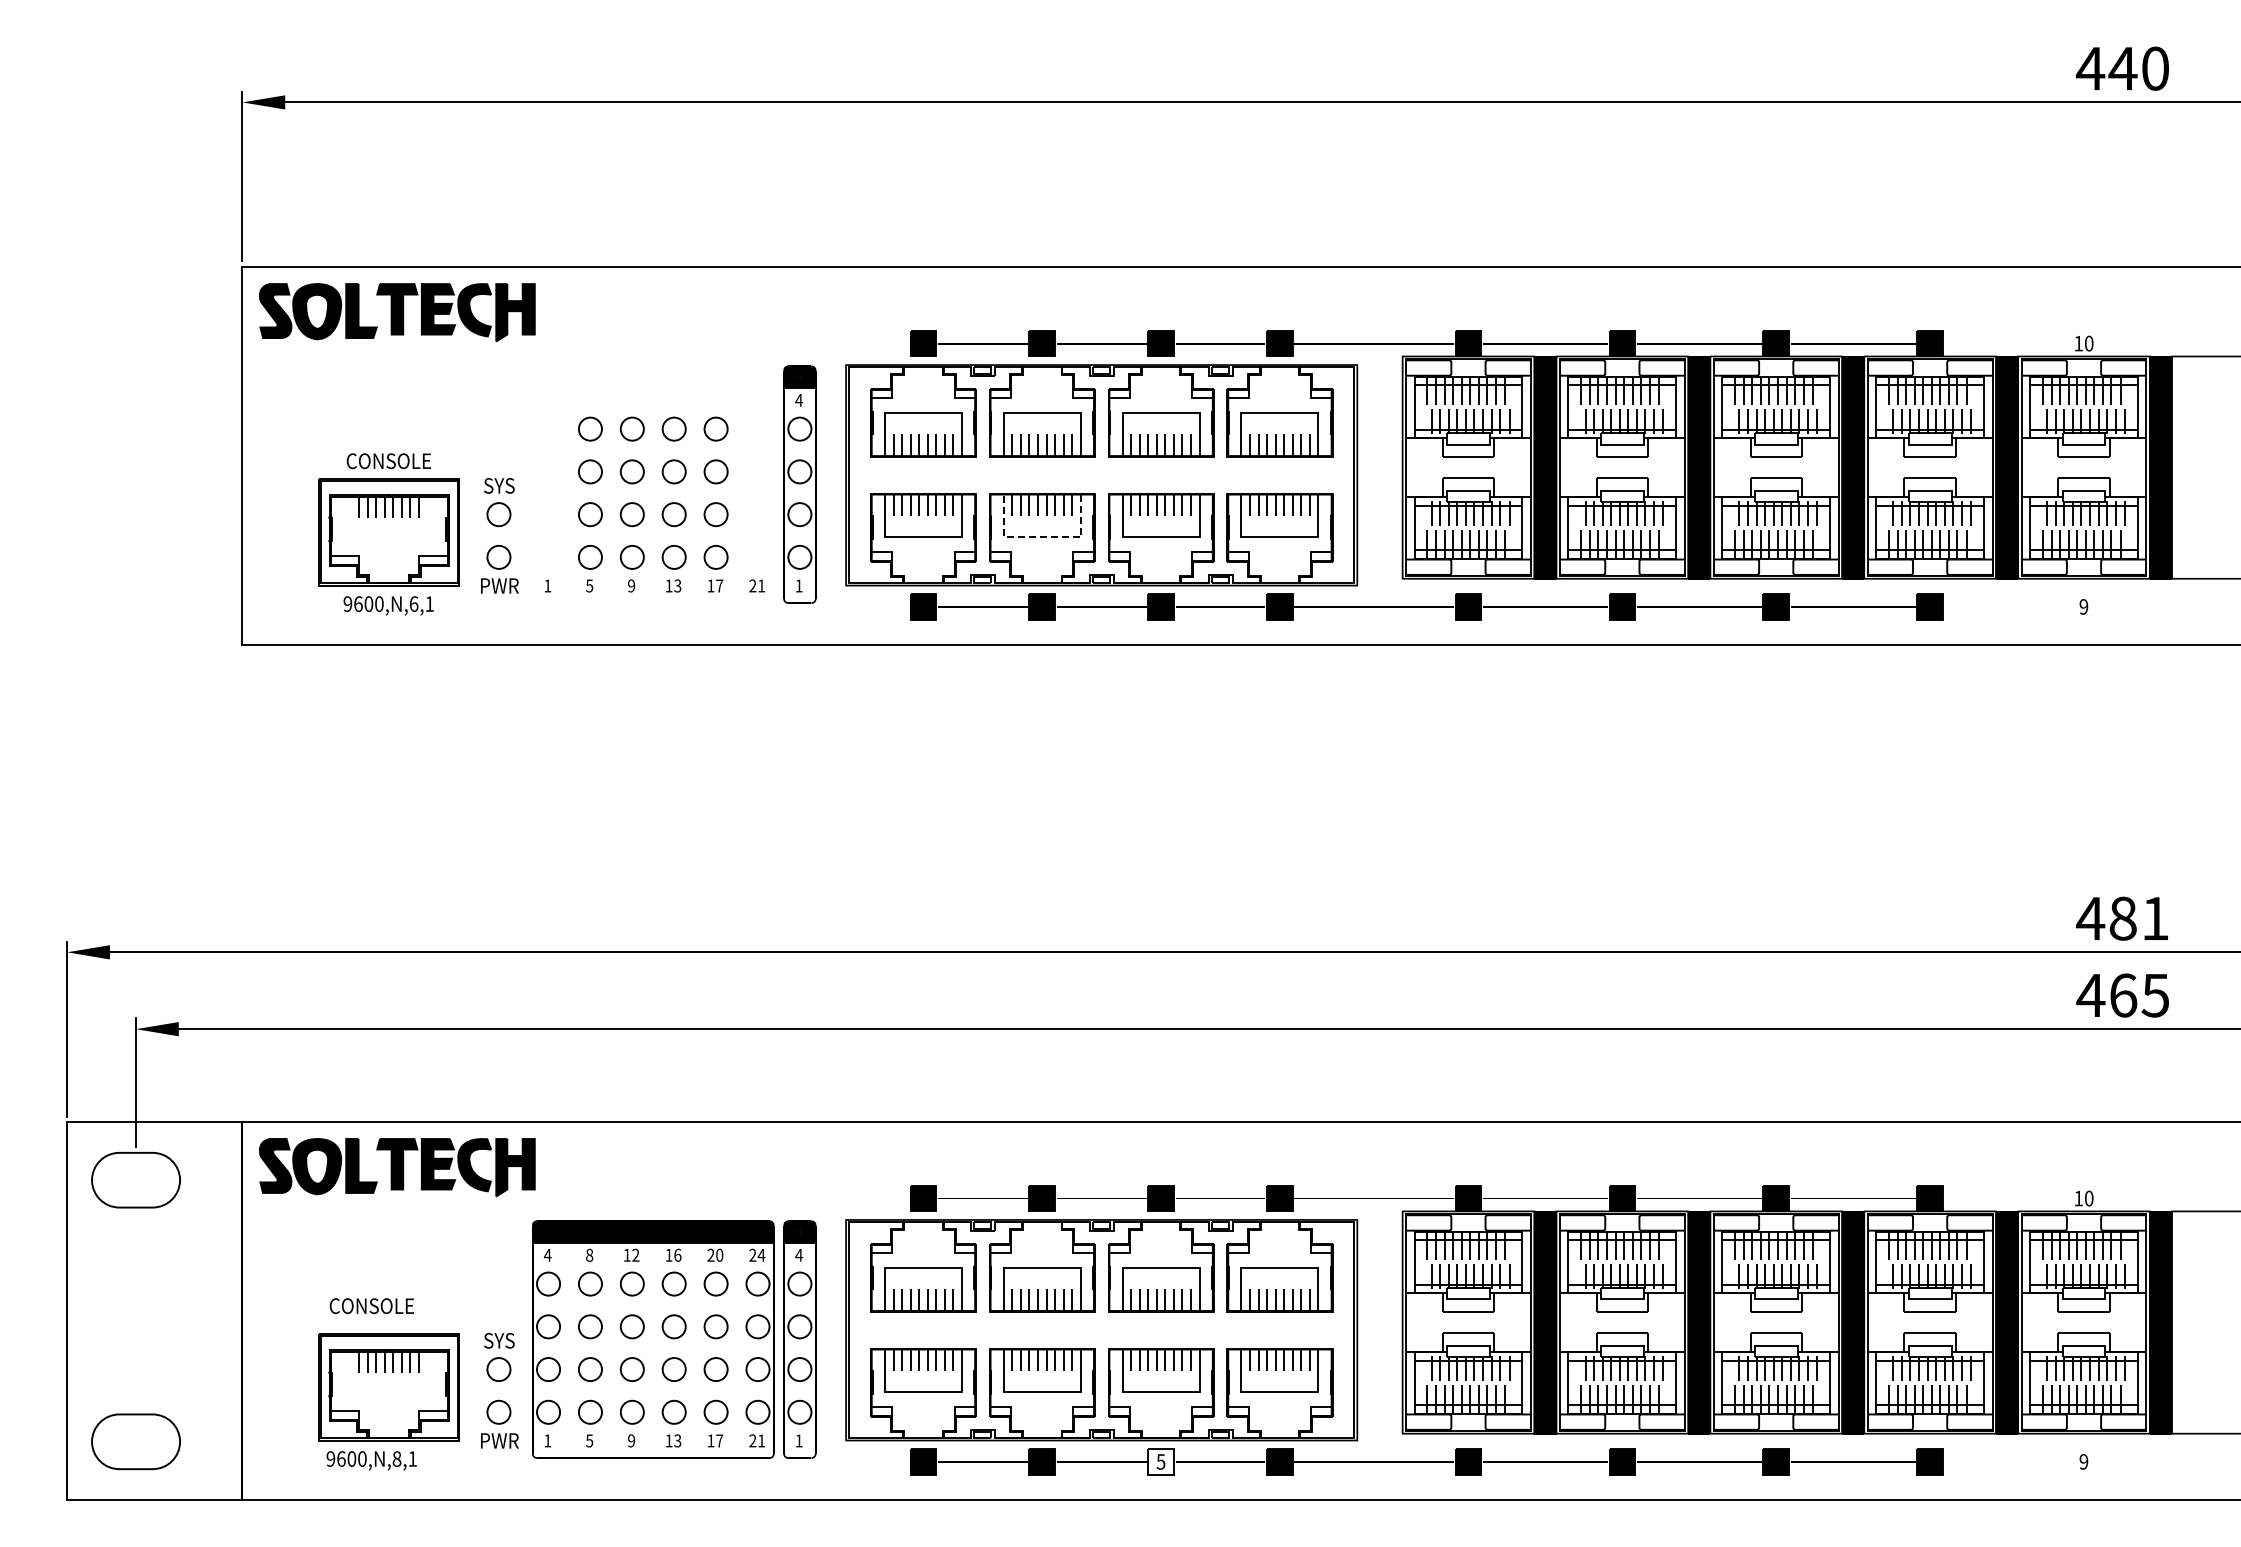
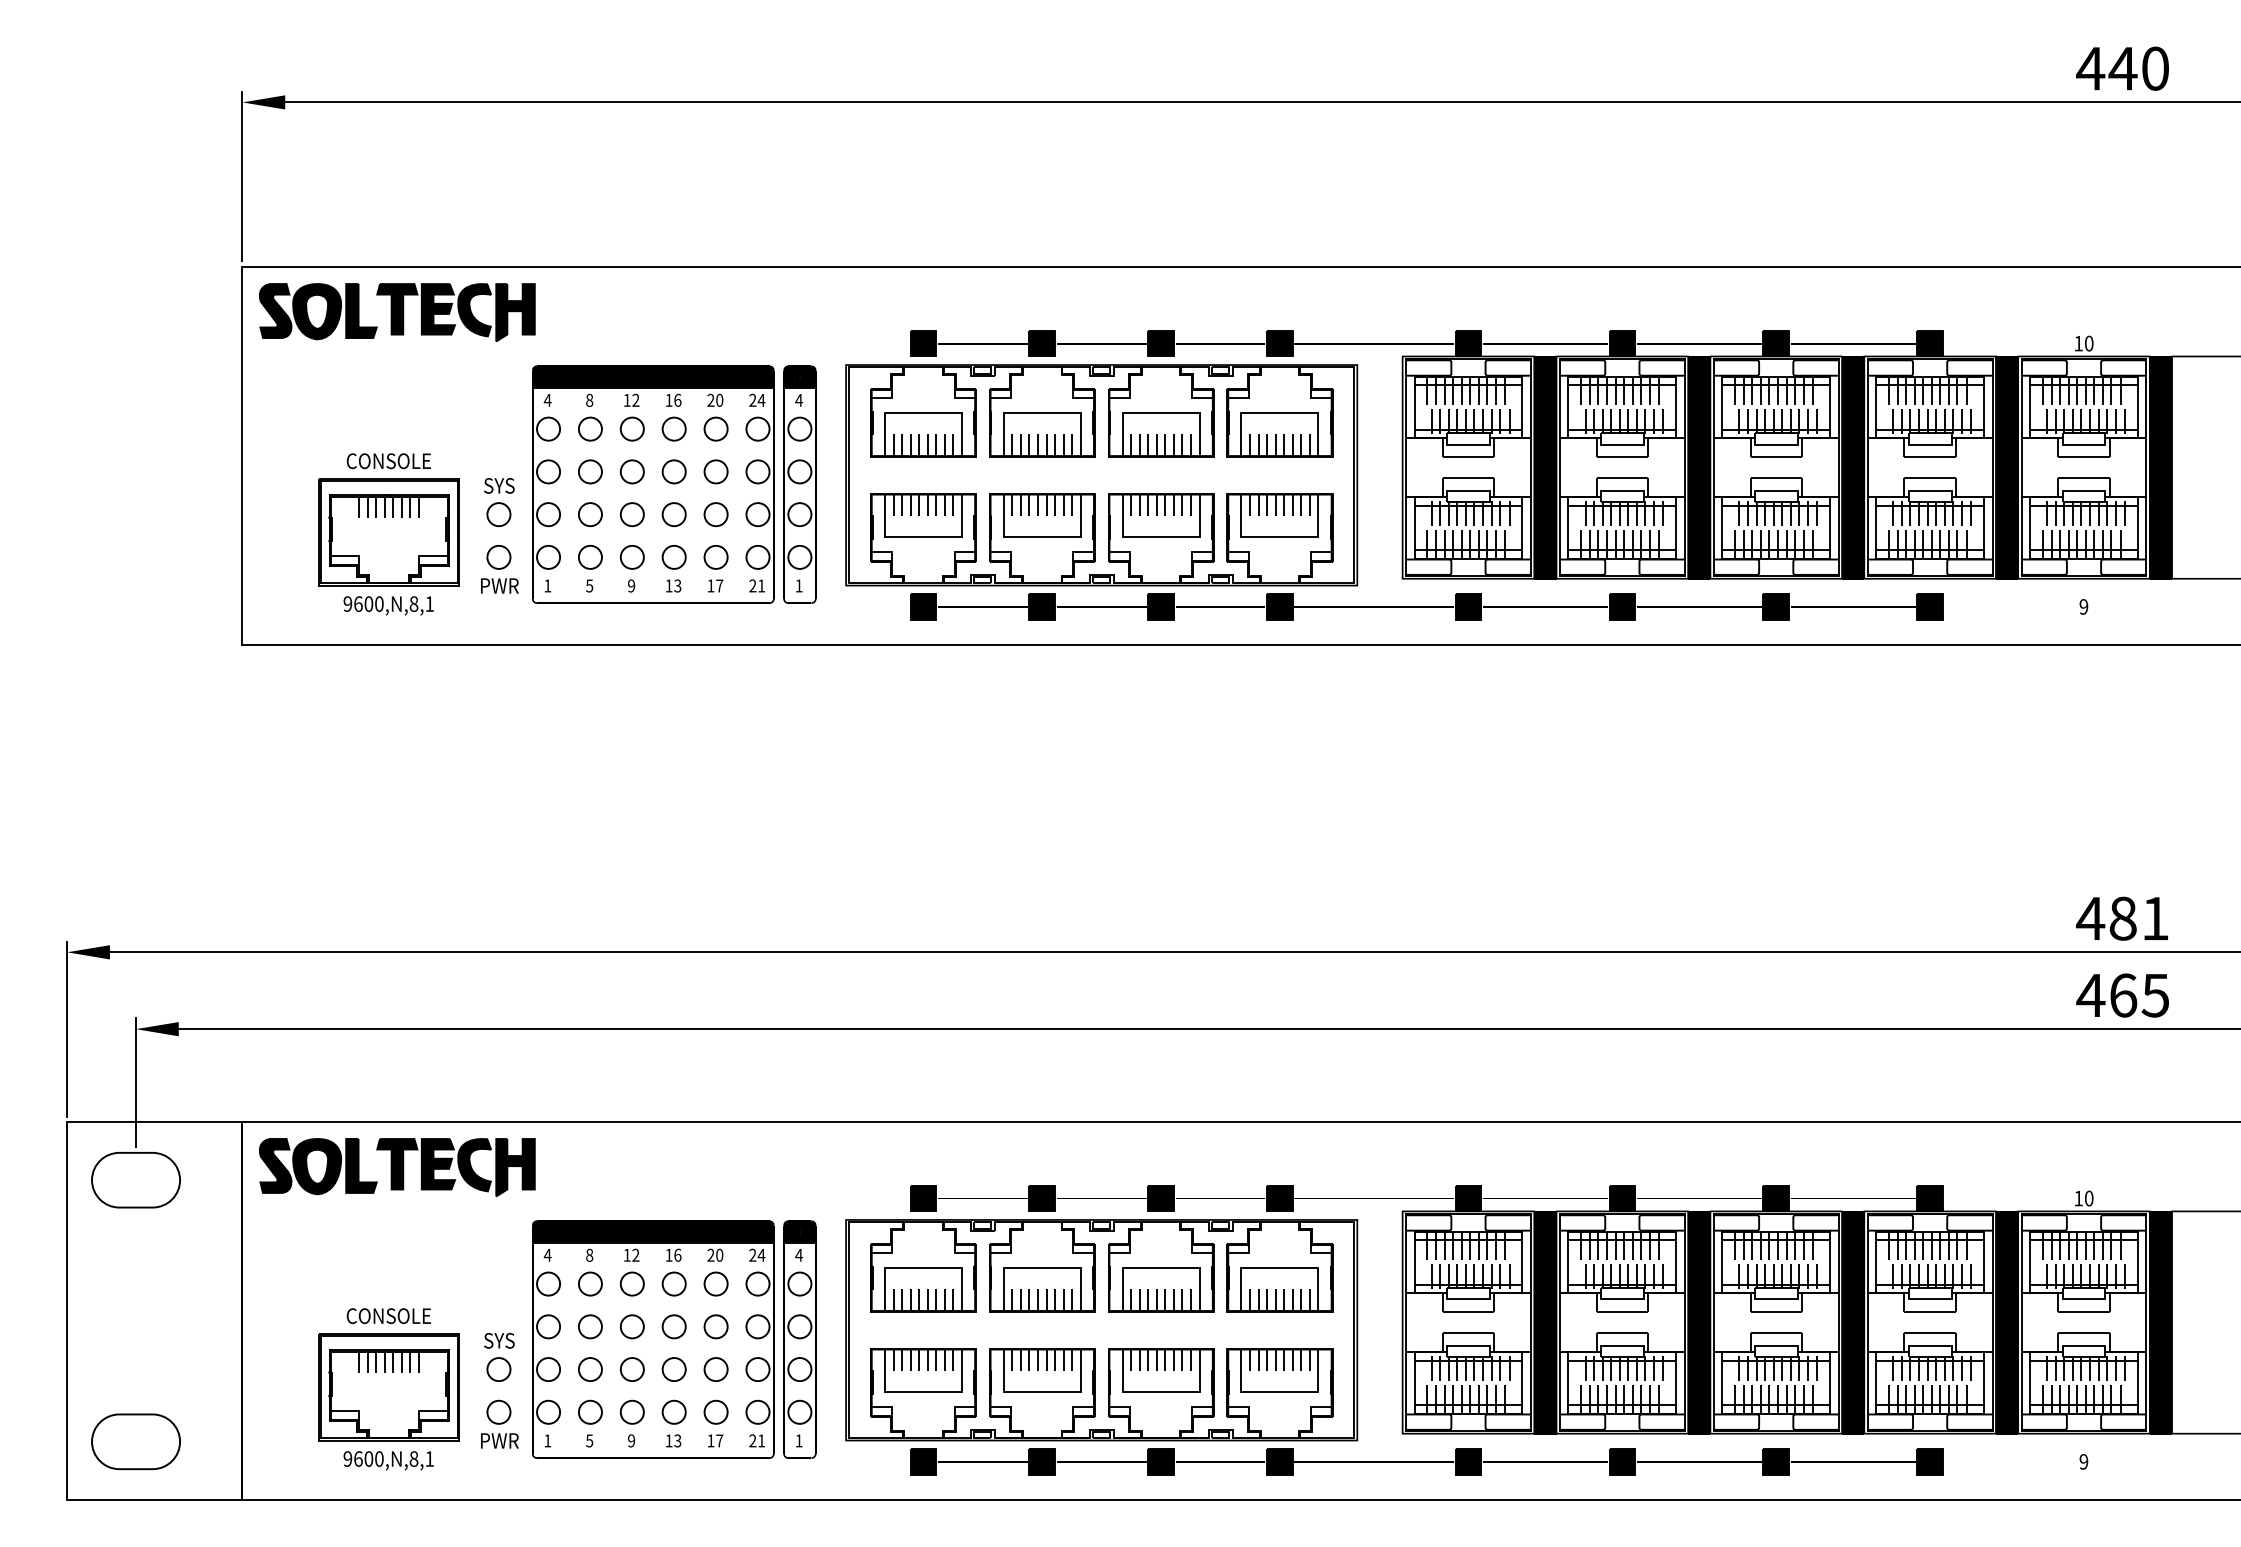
part at (653, 484): none -> present
line at (1041, 537): dashed -> solid
text at (413, 603): 9600,N,6,1 -> 9600,N,8,1
text at (371, 1306) position: (371, 1306) -> (388, 1316)
text at (371, 1460) position: (371, 1460) -> (388, 1460)
fill at (1160, 1461): none -> present
